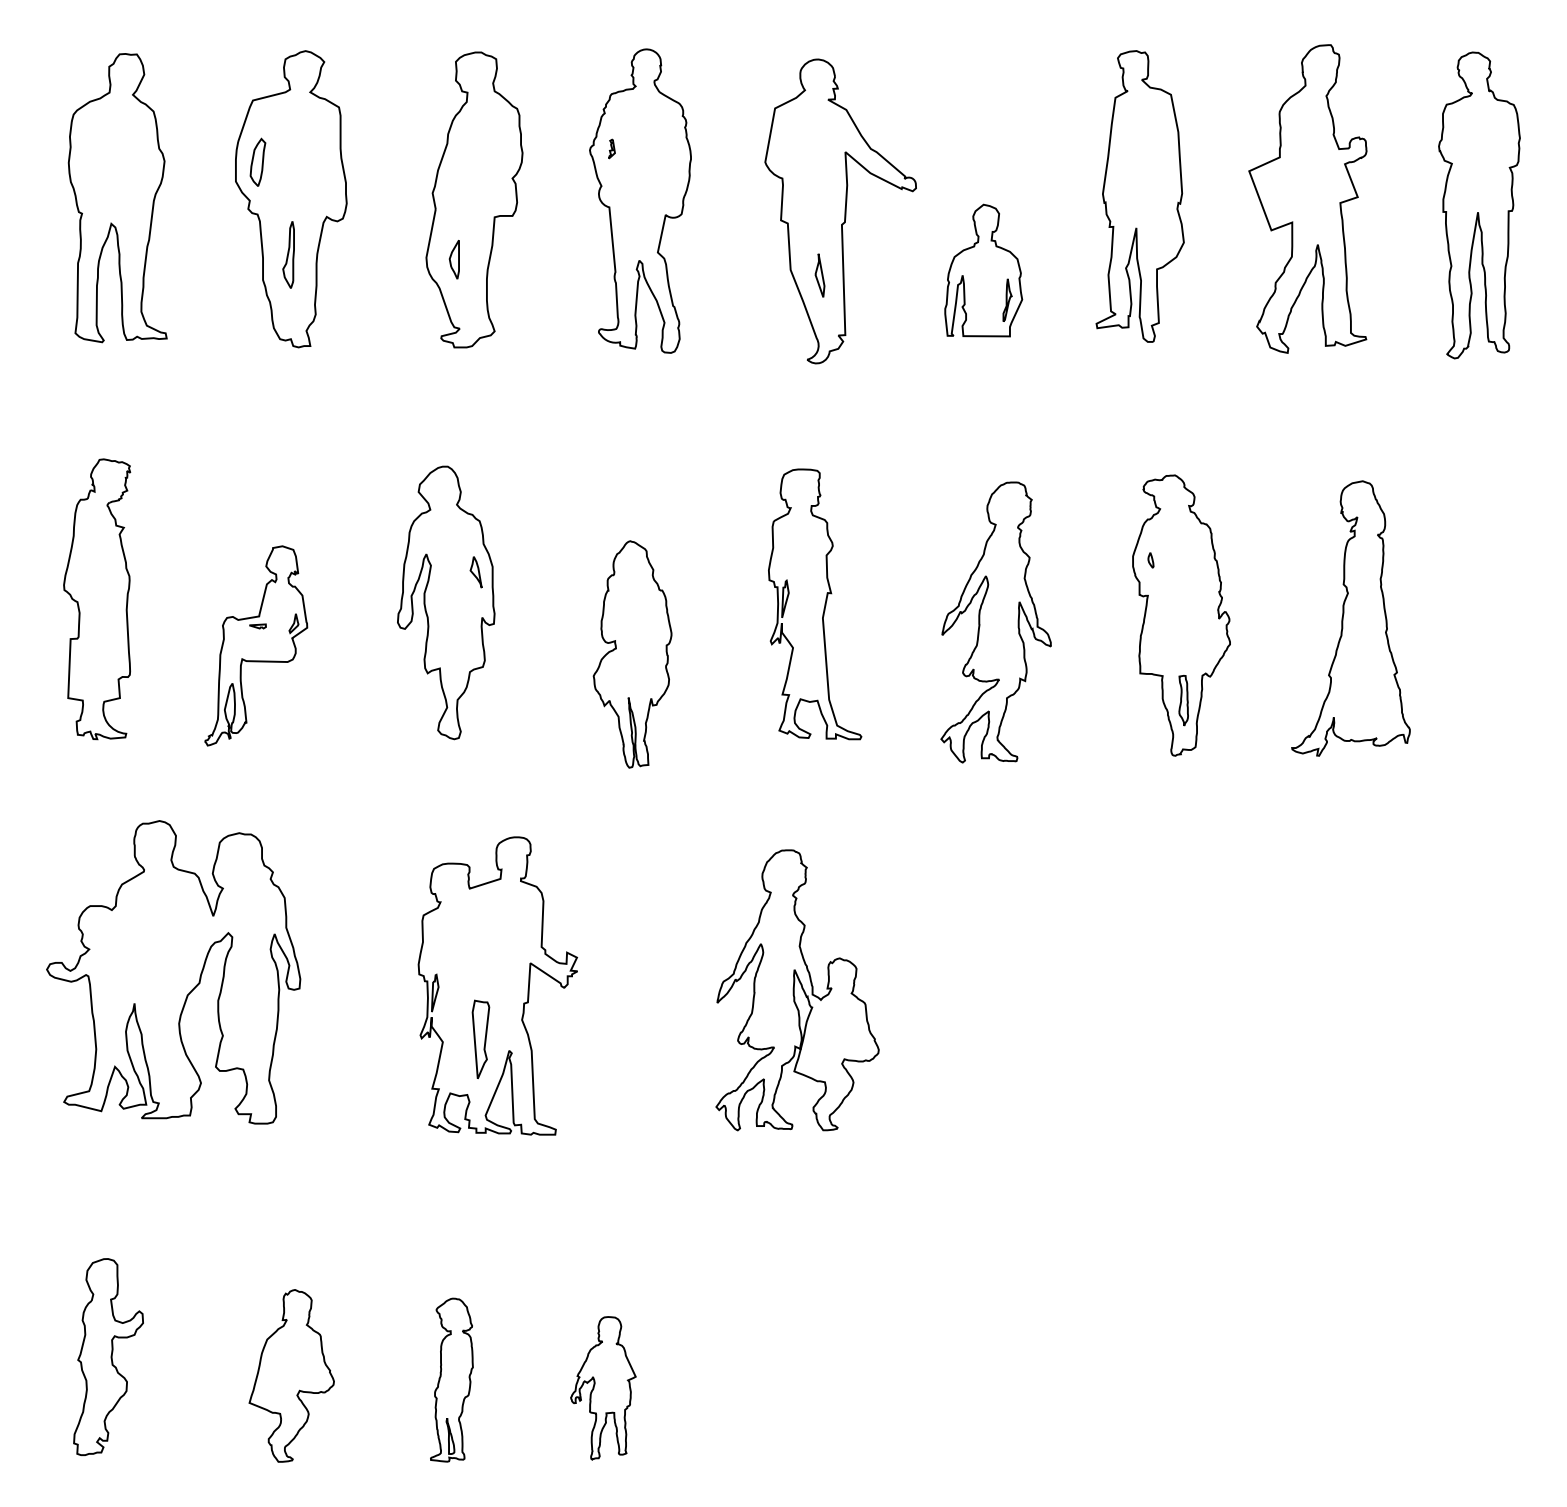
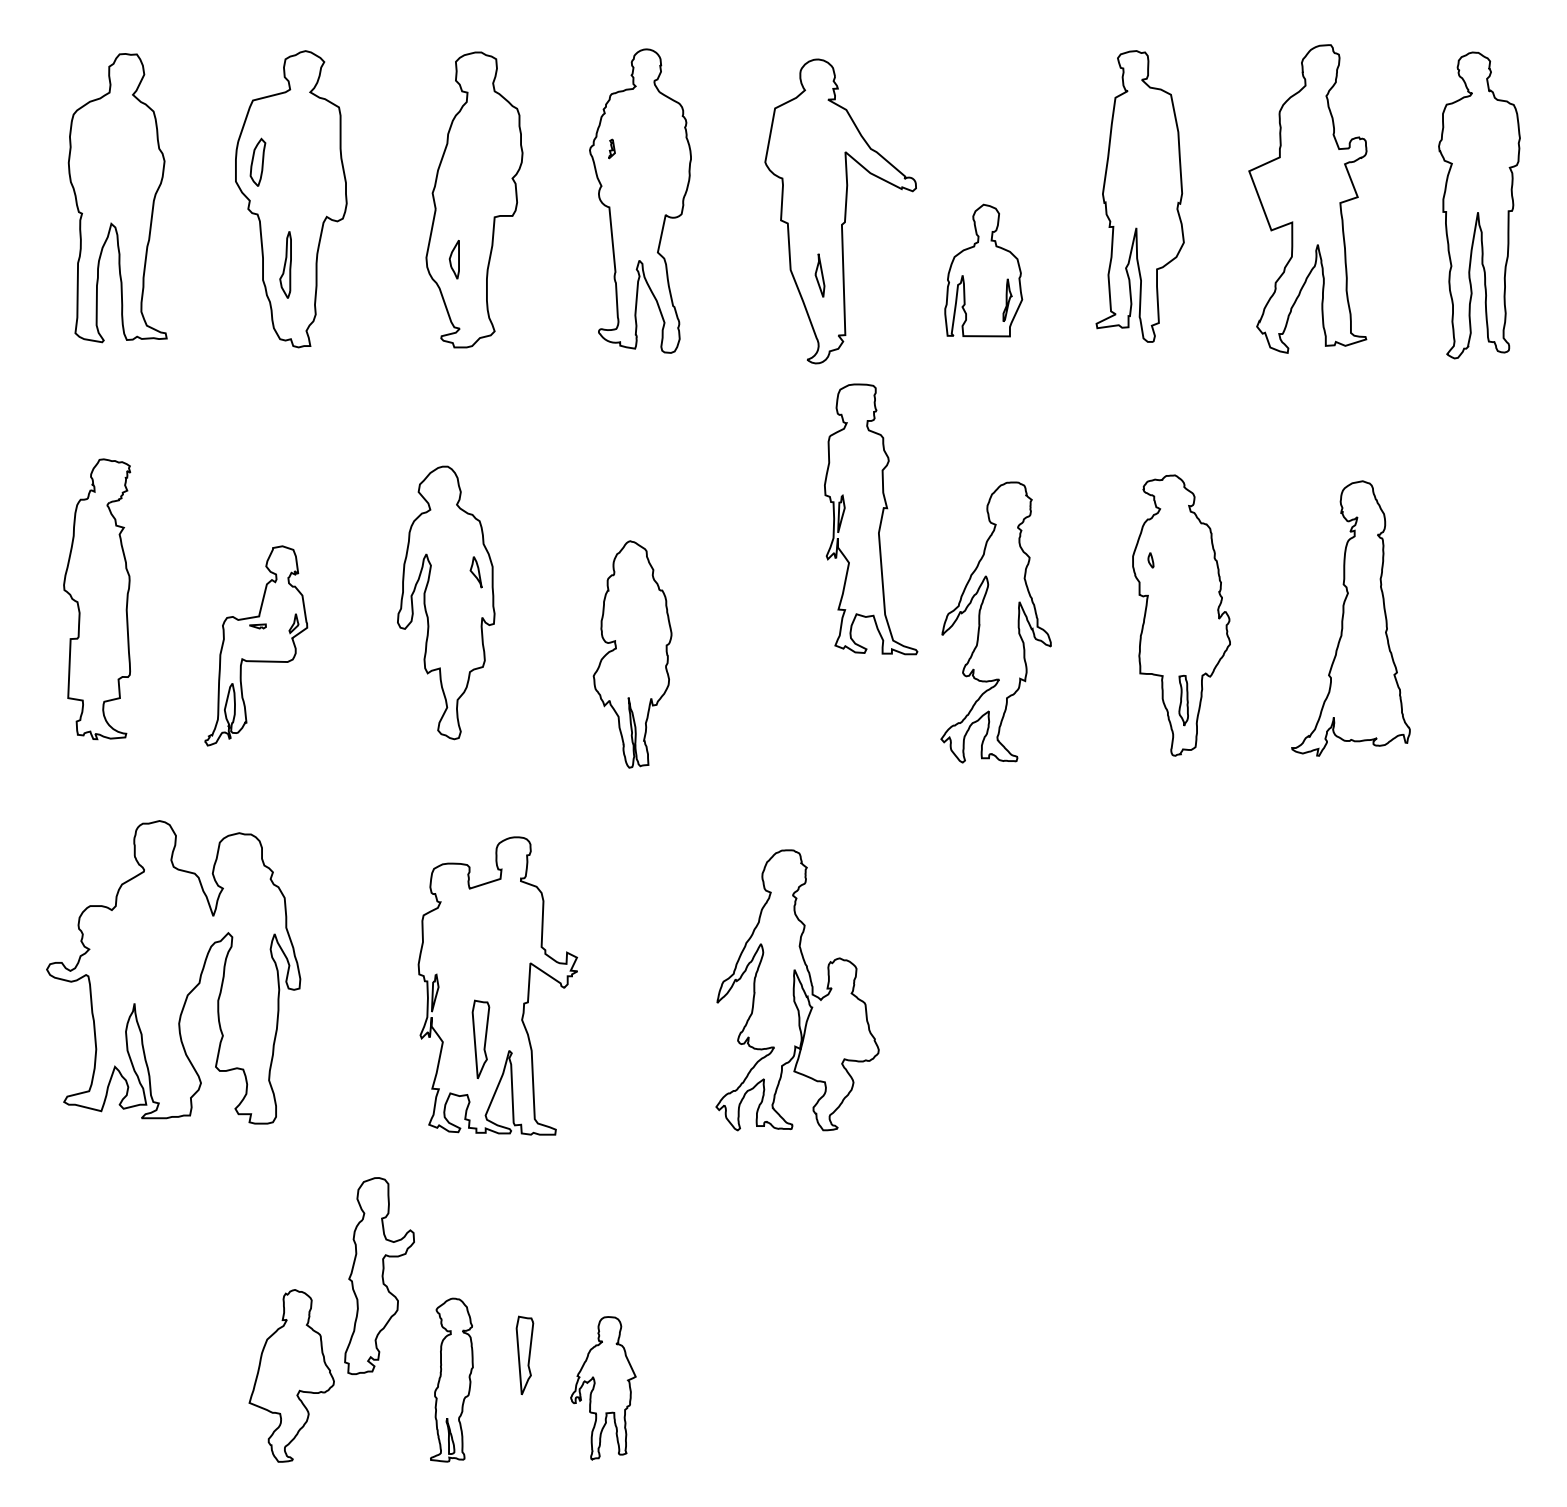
part at (288, 254) position: (288, 254) -> (285, 264)
part at (815, 604) position: (815, 604) -> (871, 519)
part at (524, 1355): none -> present
part at (108, 1356) position: (108, 1356) -> (379, 1275)
